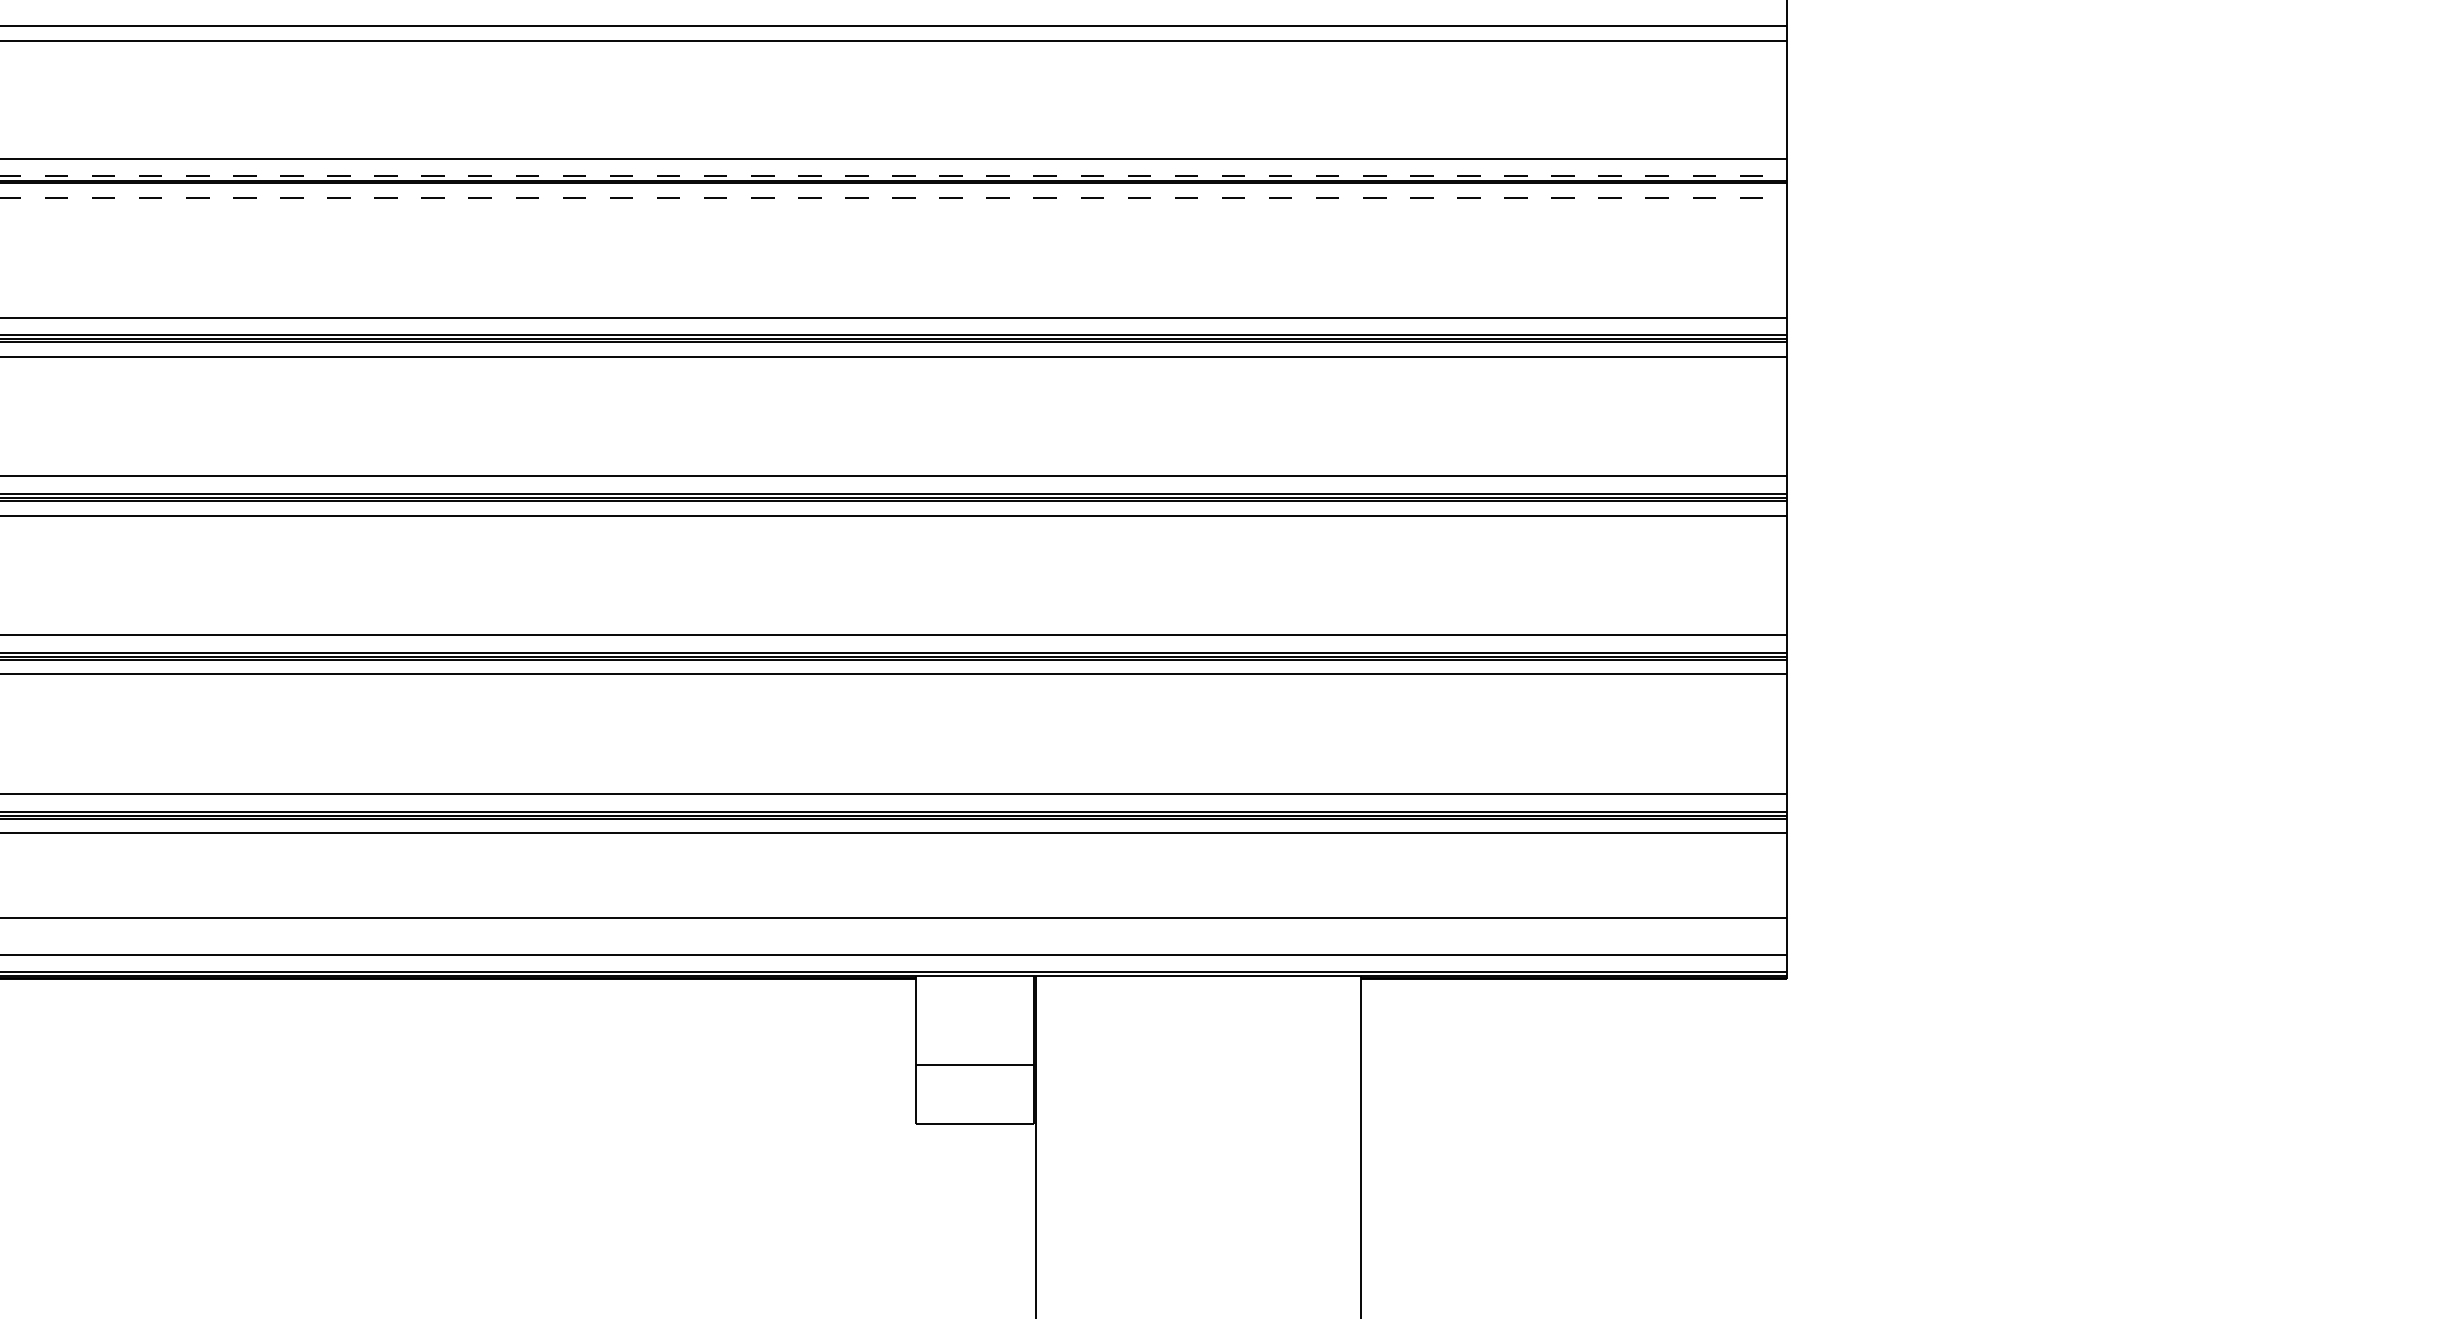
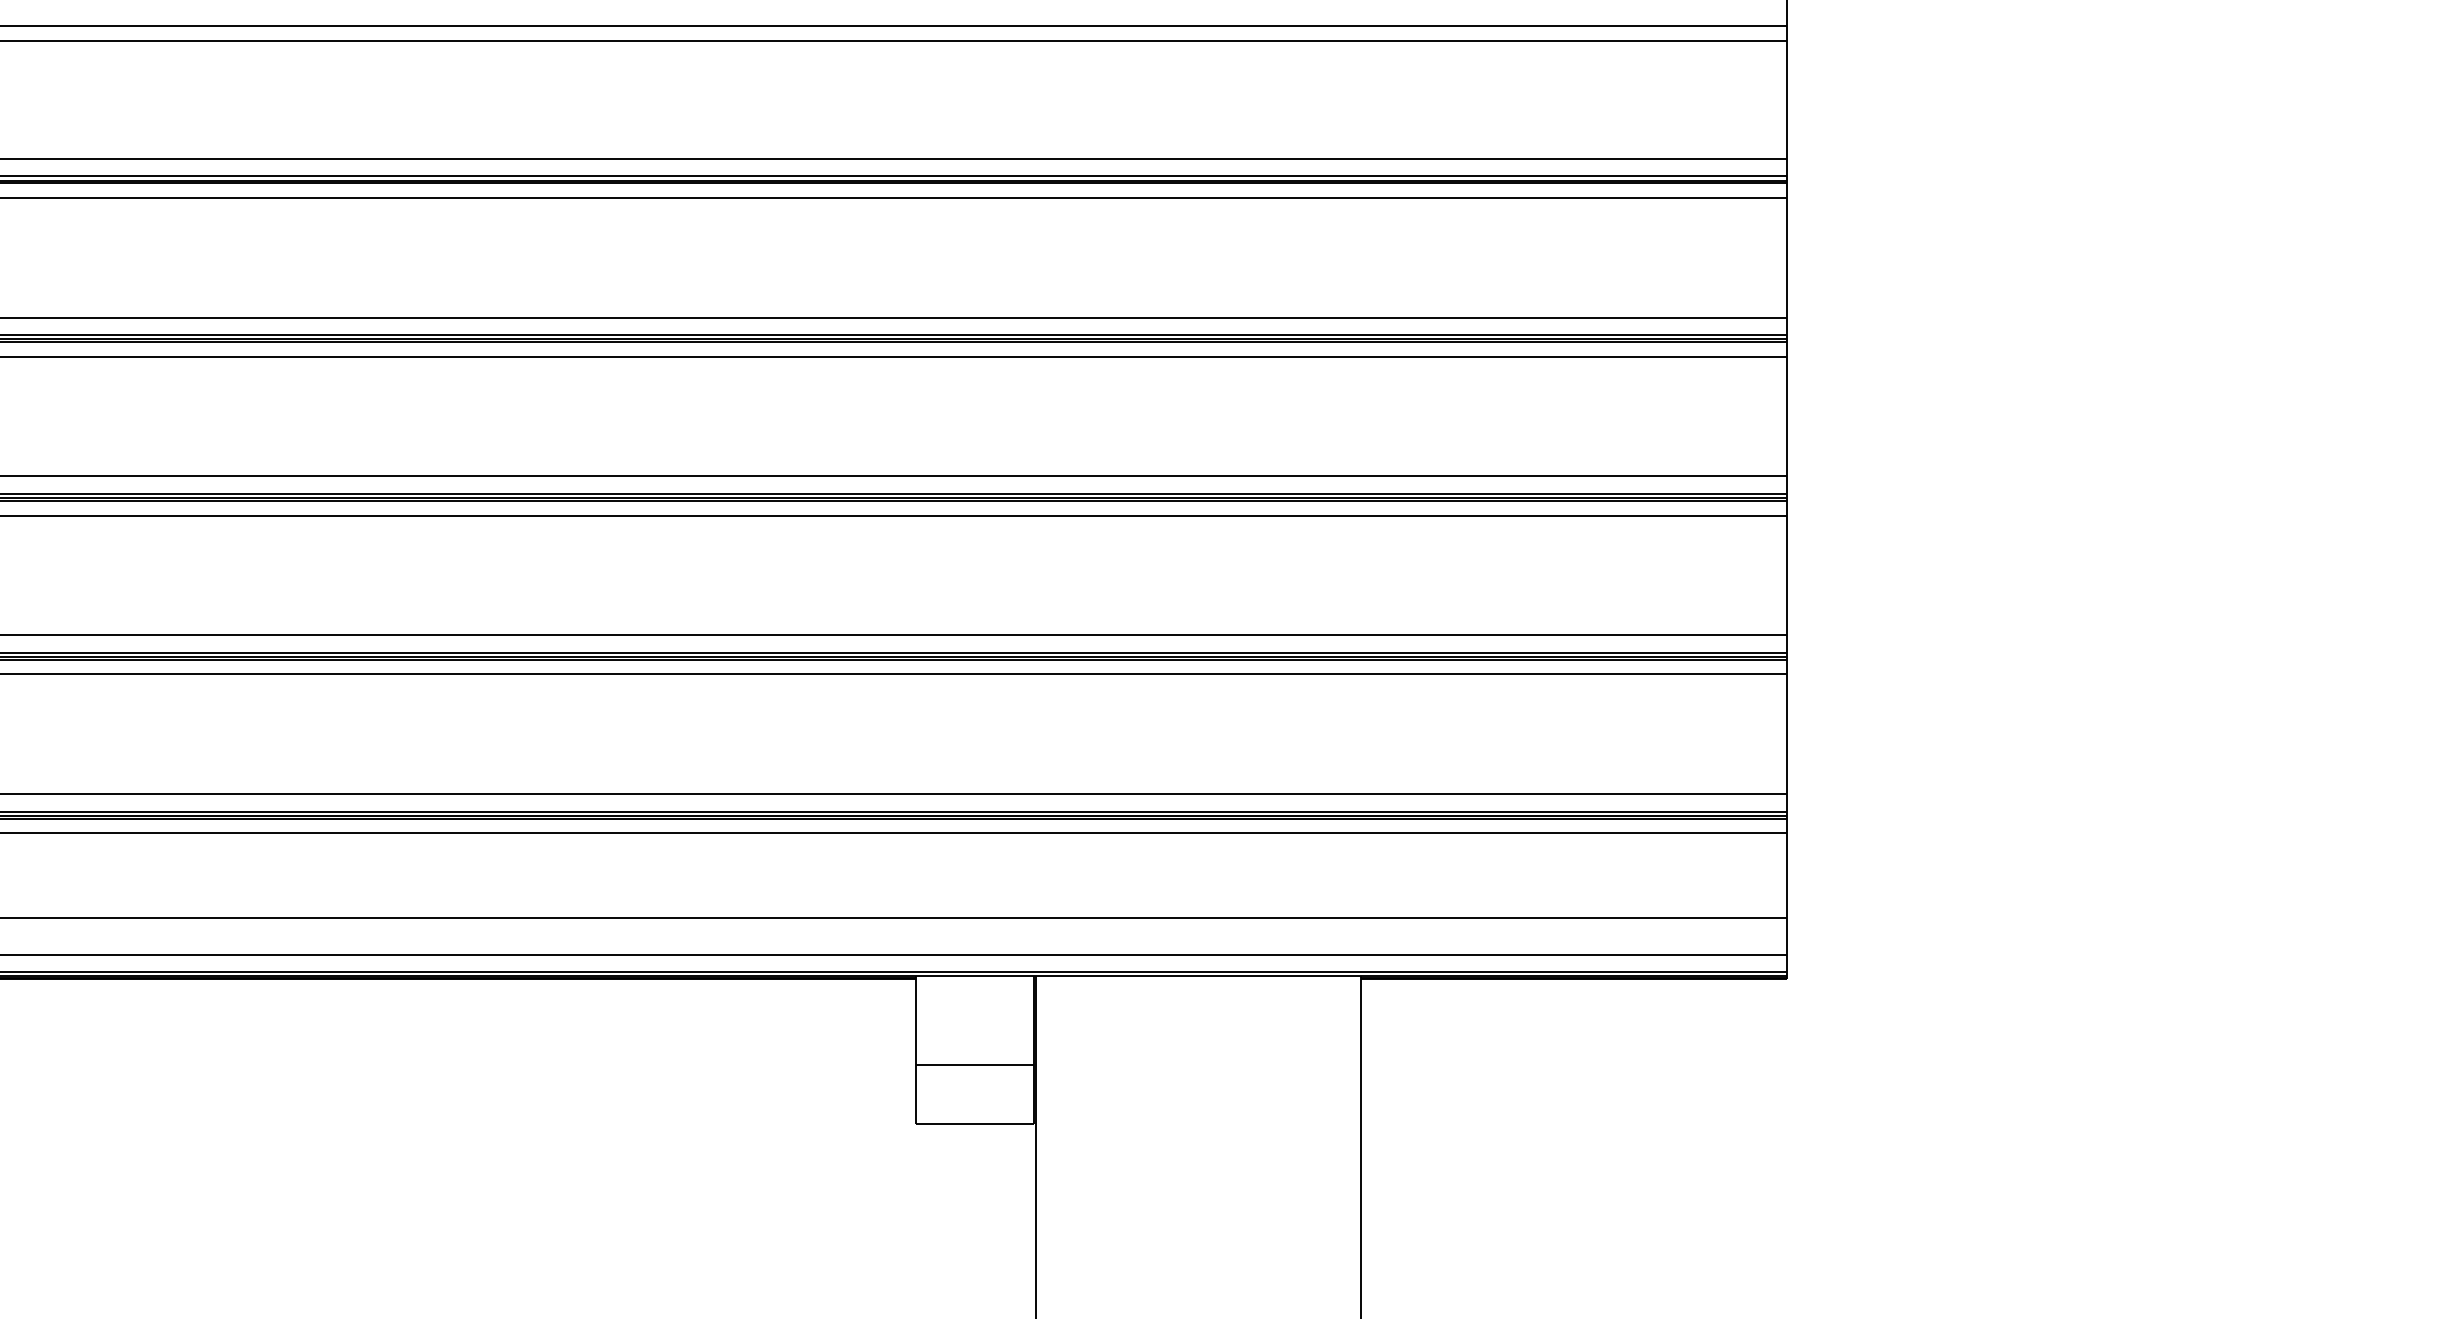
line at (894, 176): dashed -> solid
line at (894, 197): dashed -> solid
